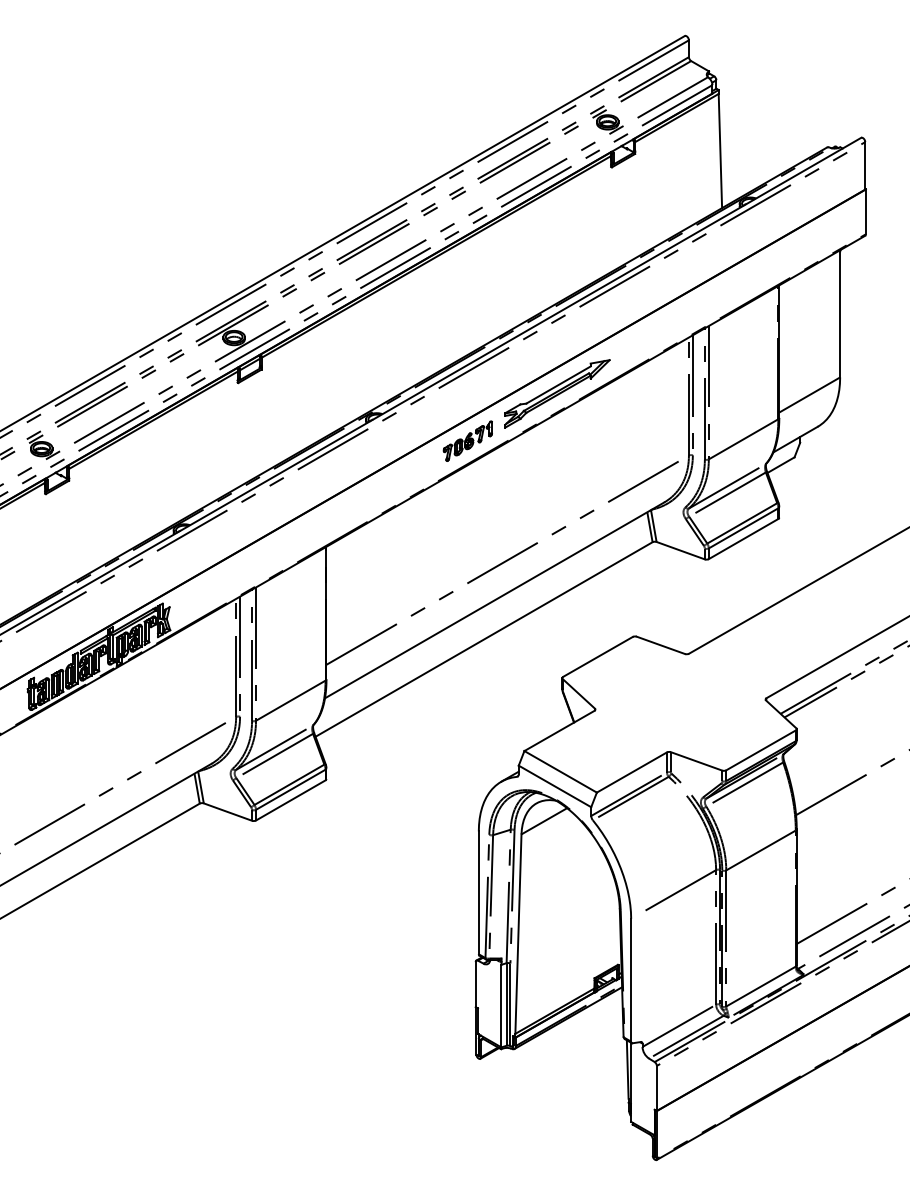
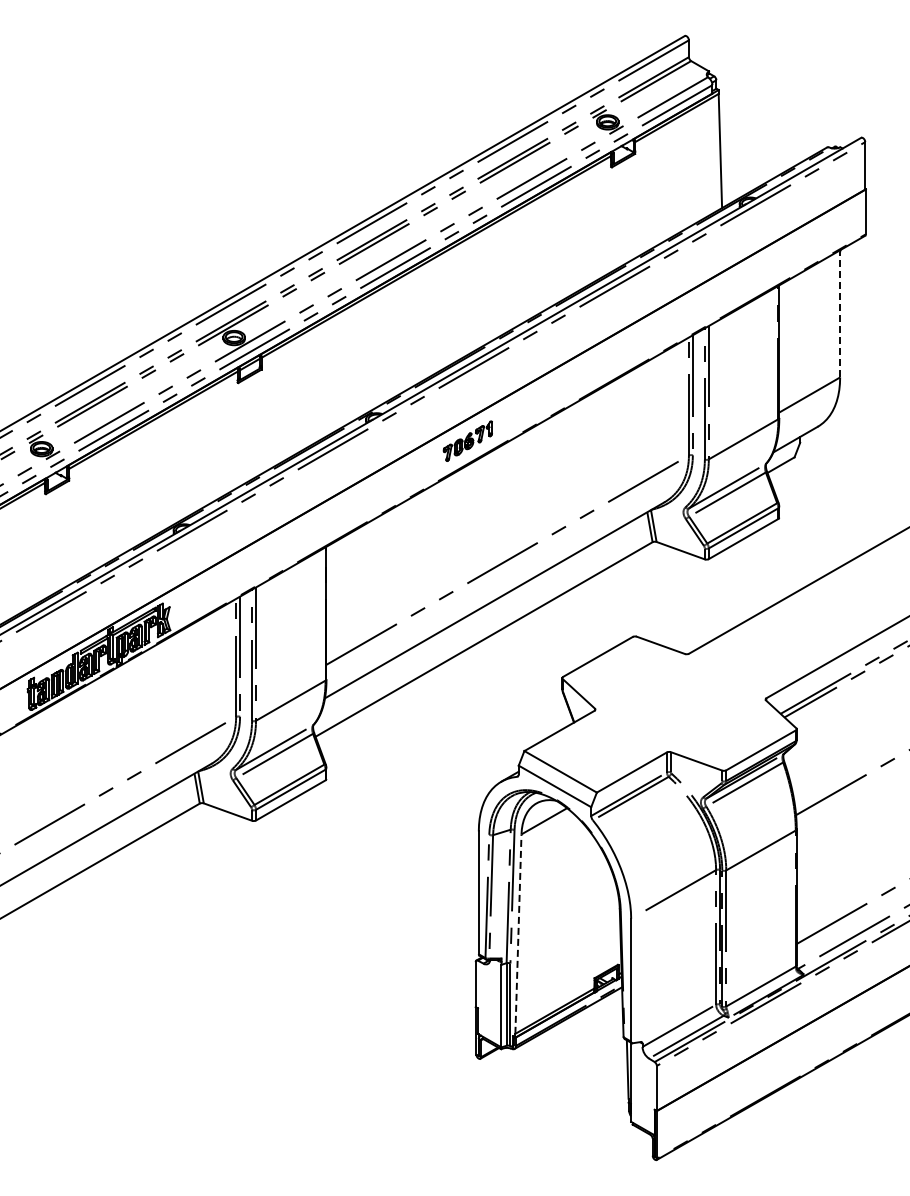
line at (840, 314): solid -> dashed
part at (557, 393): present -> none
line at (518, 934): solid -> dashed
